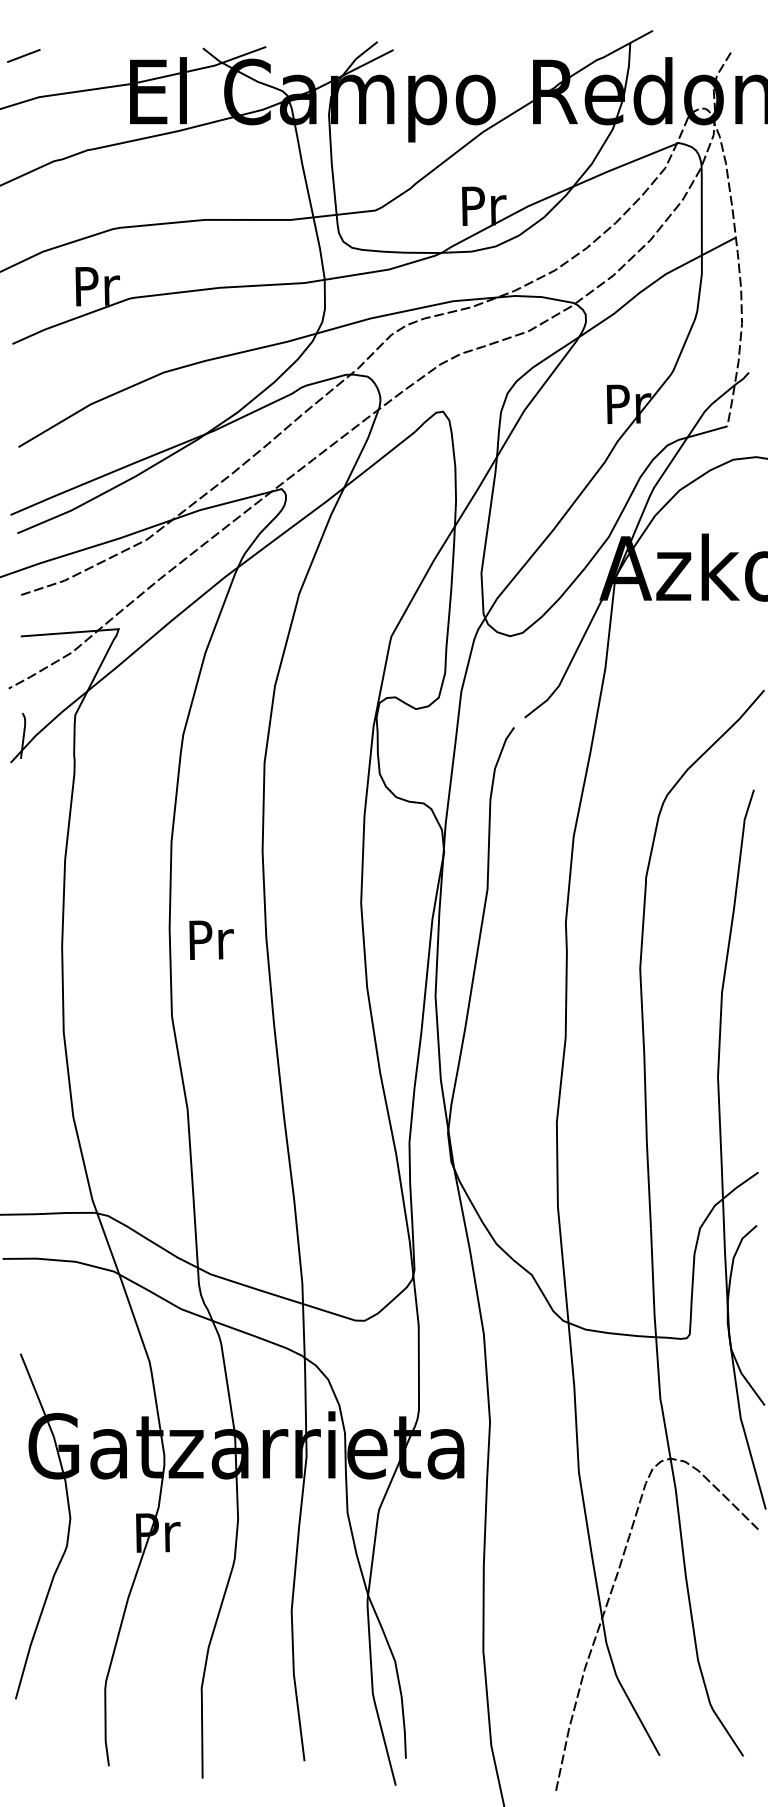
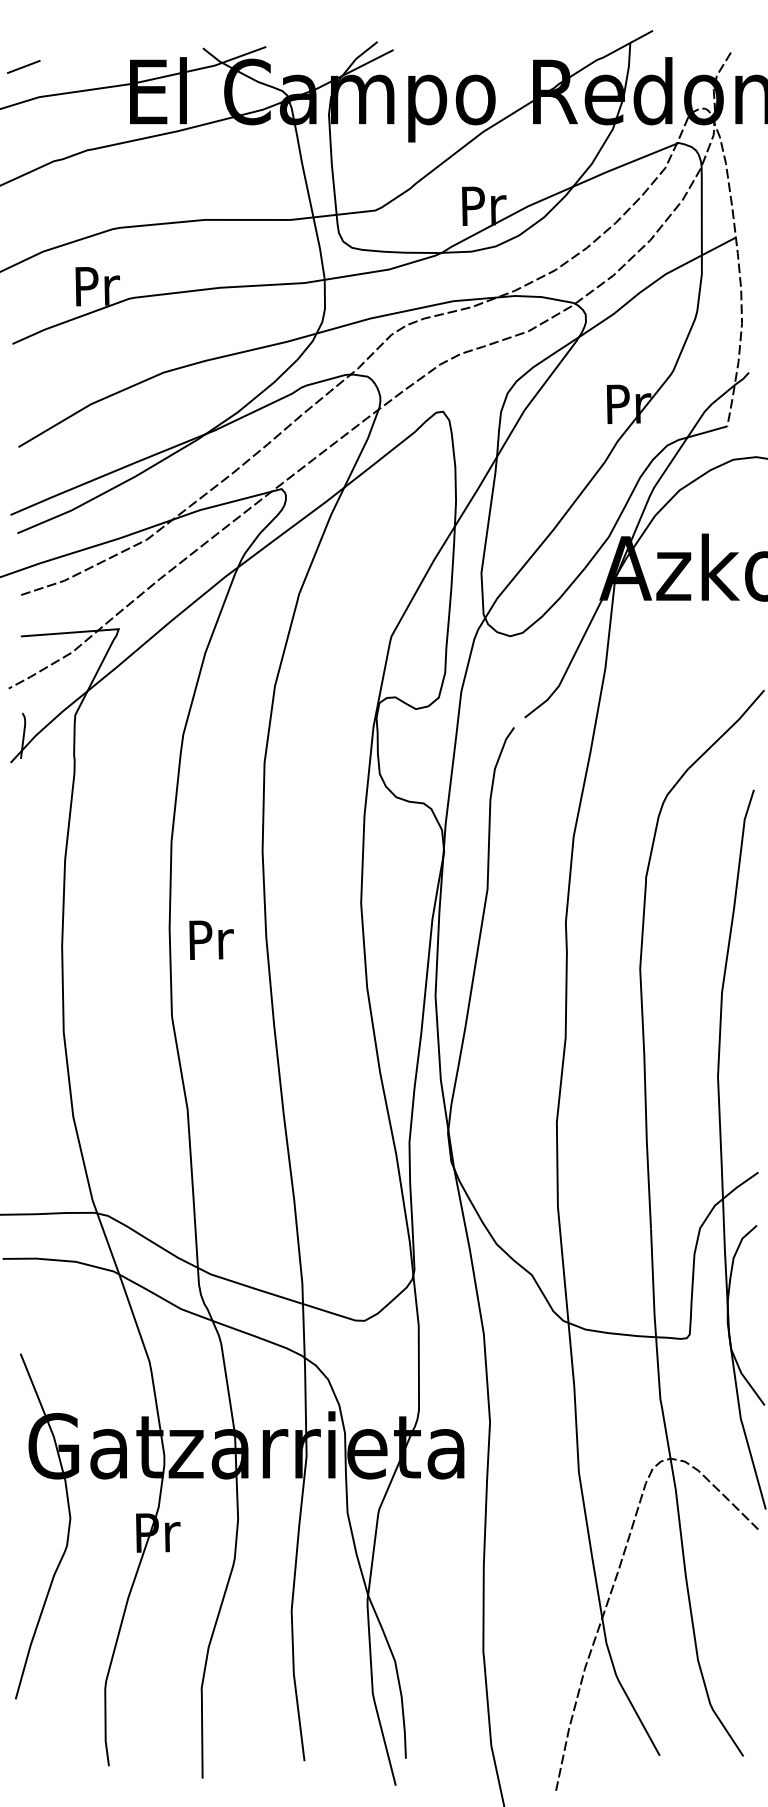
line at (23, 55) position: (23, 55) -> (23, 66)
